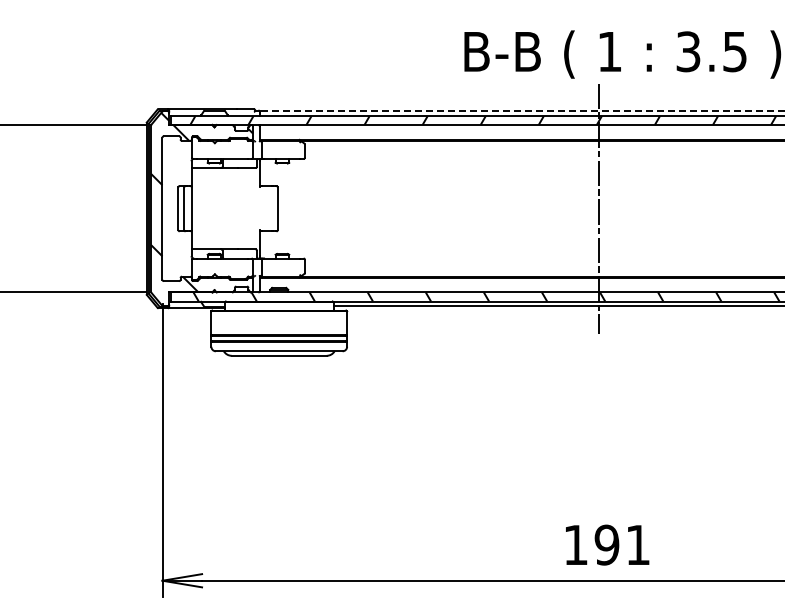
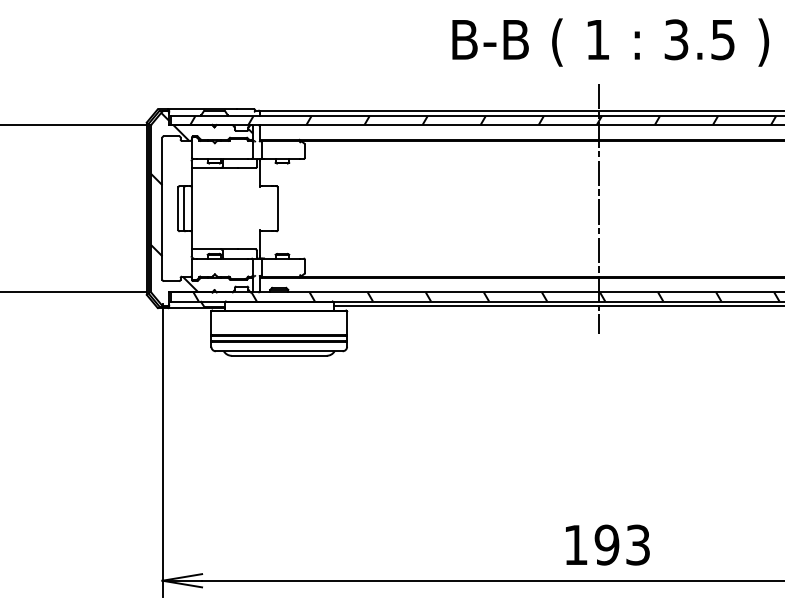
text at (622, 54) position: (622, 54) -> (610, 42)
line at (521, 111): dashed -> solid
text at (637, 544): 191 -> 193
